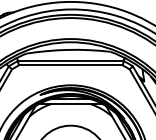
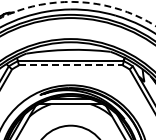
arc at (77, 2): solid -> dashed
line at (70, 65): solid -> dashed
